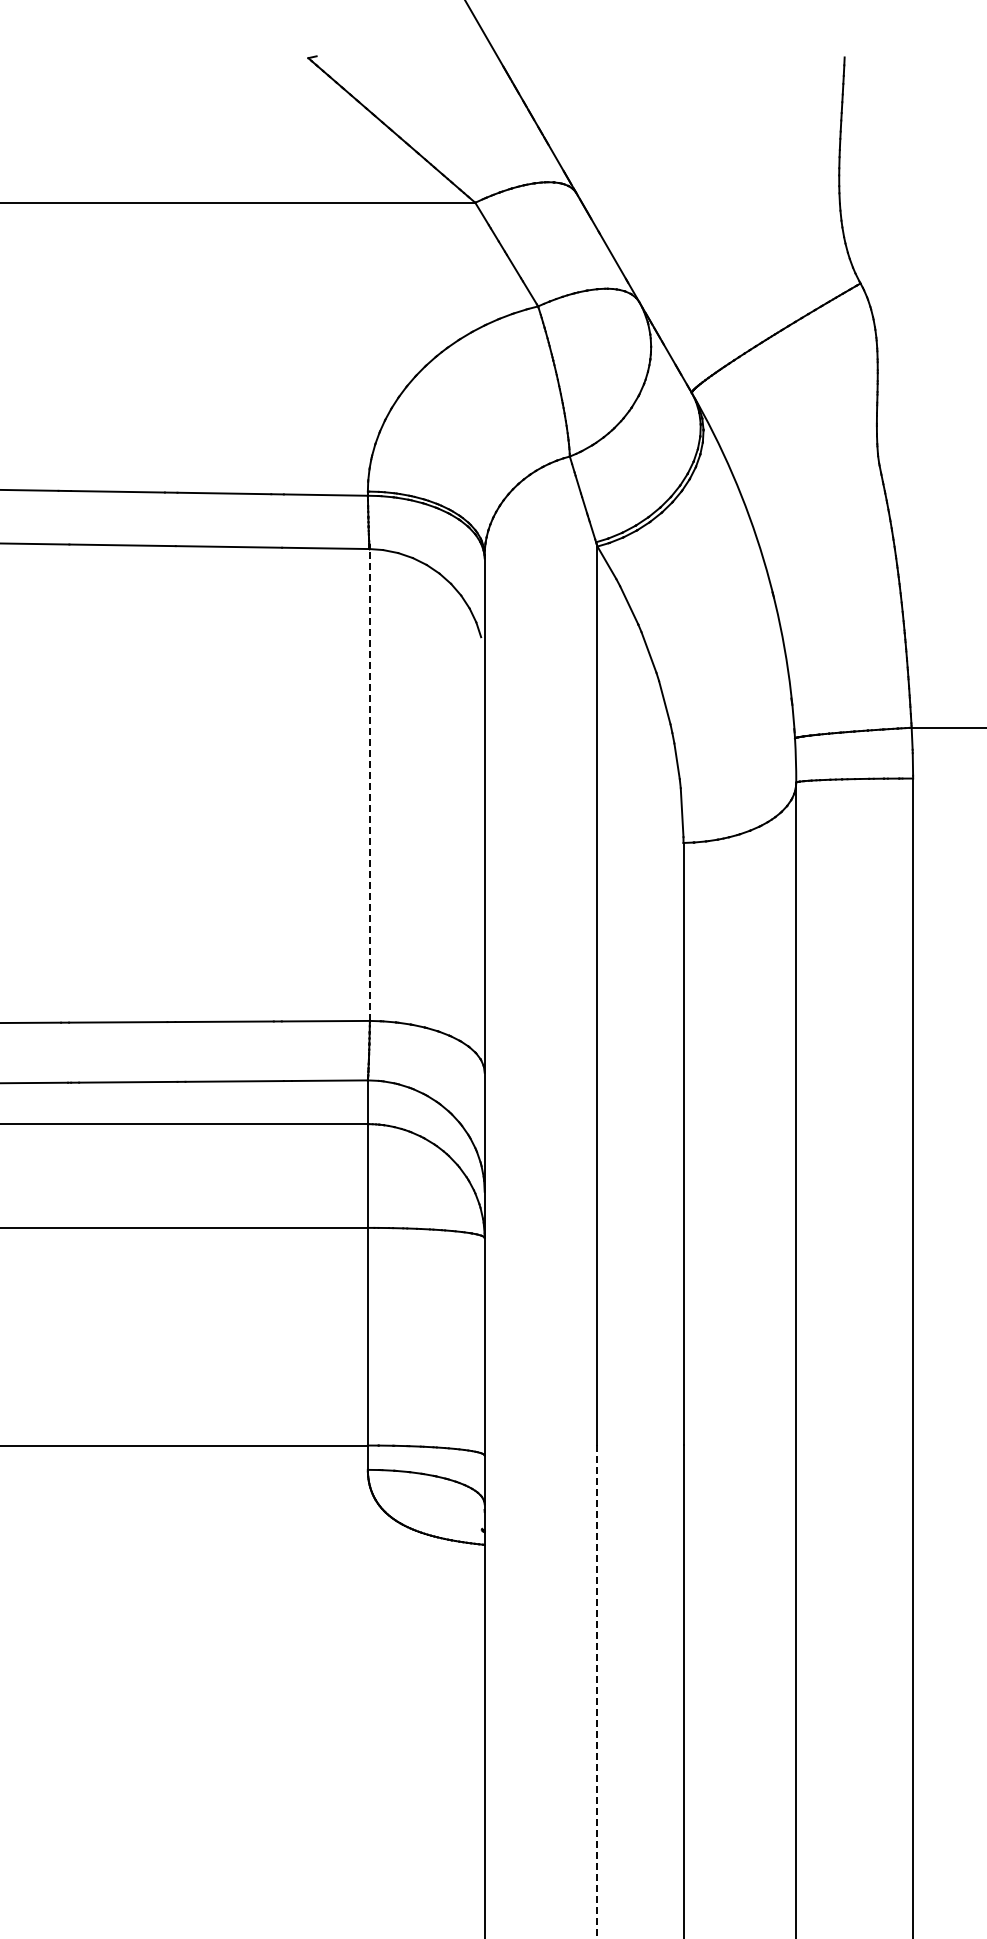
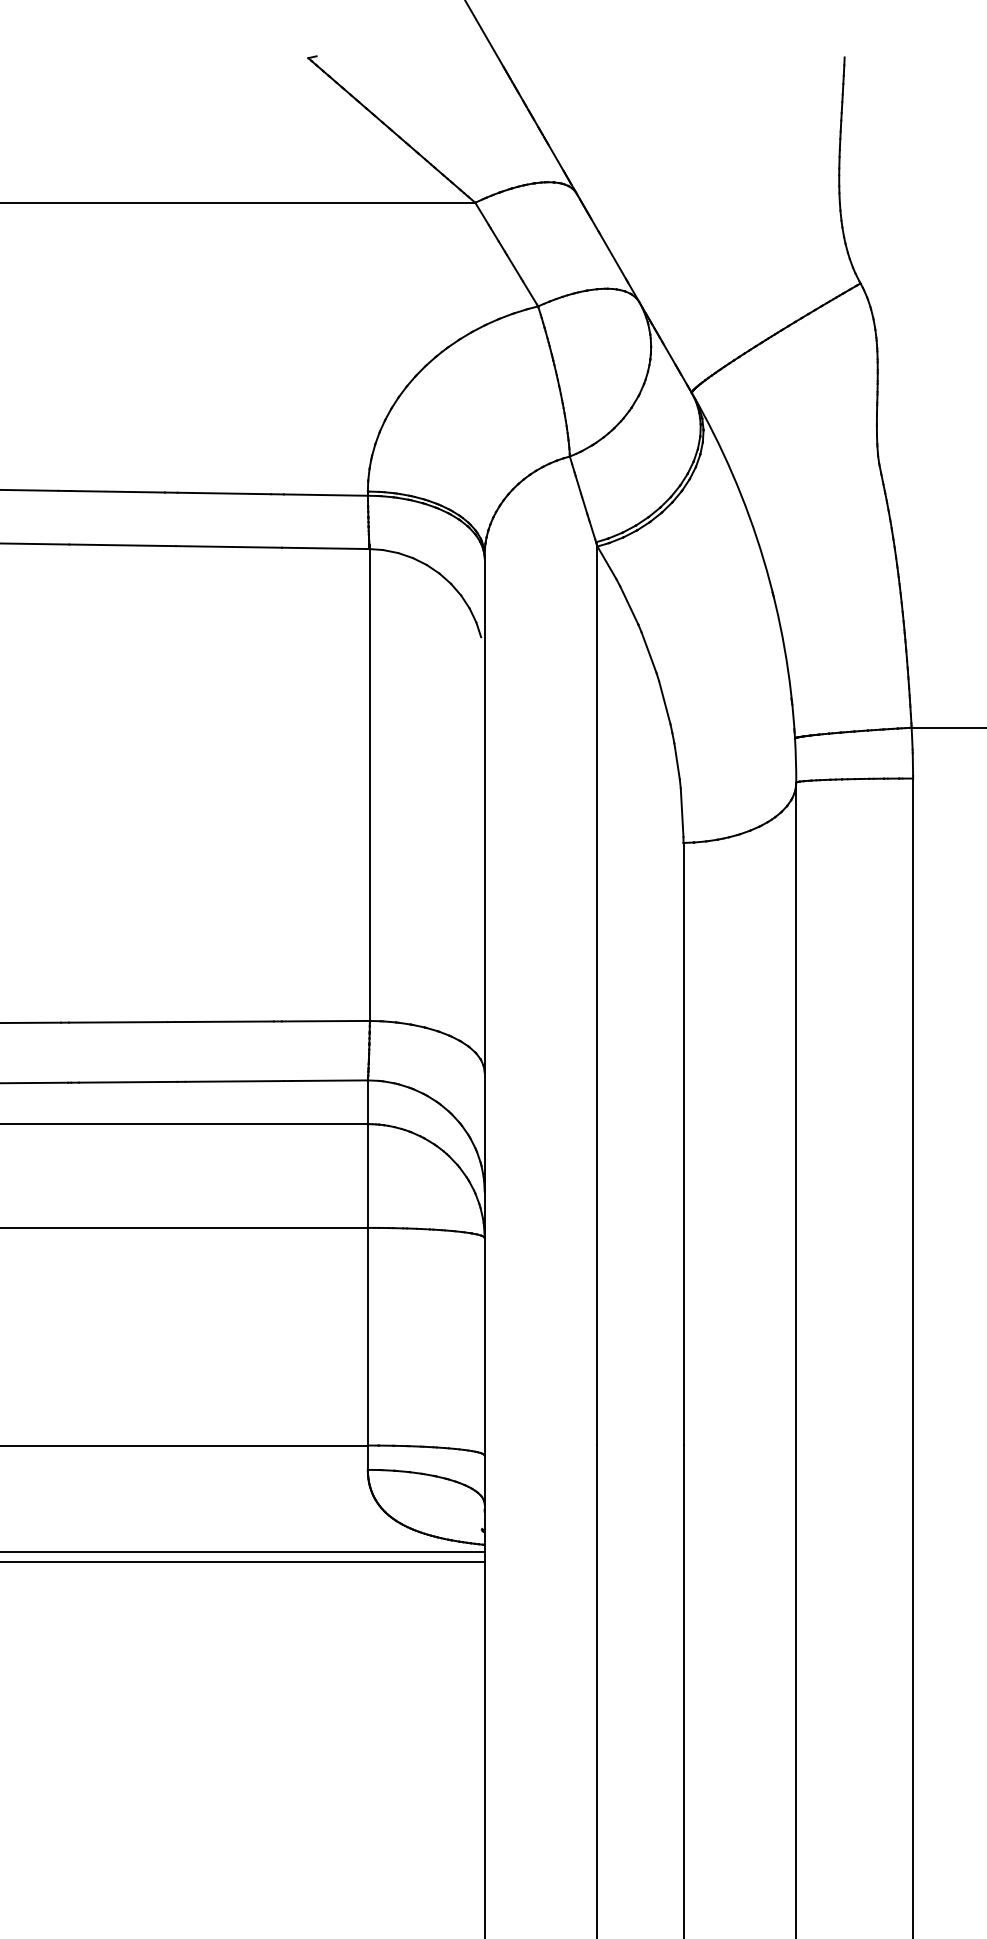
line at (369, 785): dashed -> solid
line at (243, 1551): none -> present
line at (243, 1561): none -> present
line at (597, 1691): dashed -> solid
